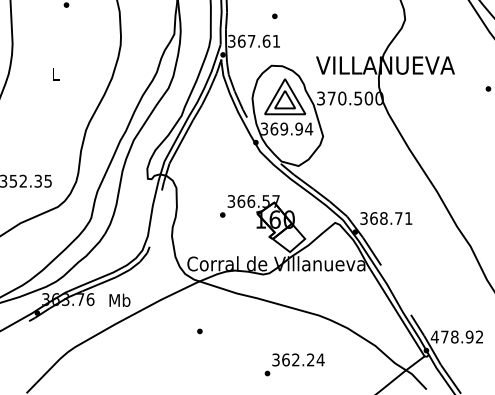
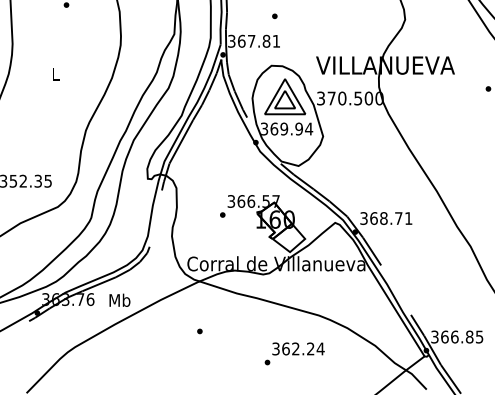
text at (266, 40): 367.61 -> 367.81
text at (456, 336): 478.92 -> 366.85
text at (294, 364) position: (294, 364) -> (294, 353)
